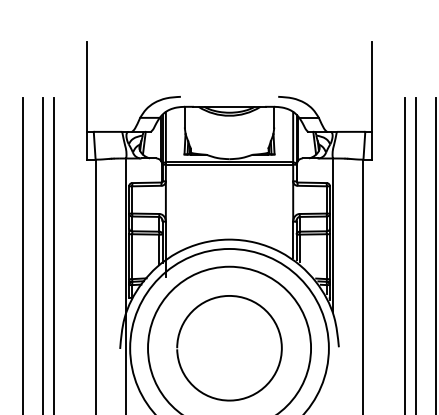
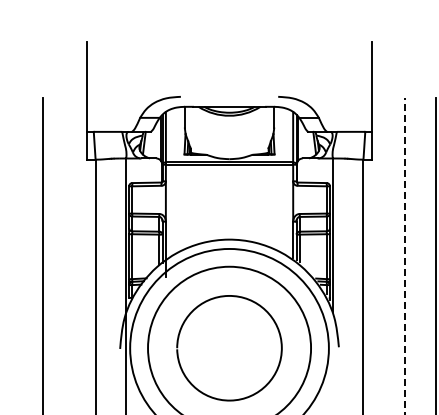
line at (23, 254): present -> none
line at (54, 254): present -> none
line at (415, 254): present -> none
line at (404, 256): solid -> dashed
